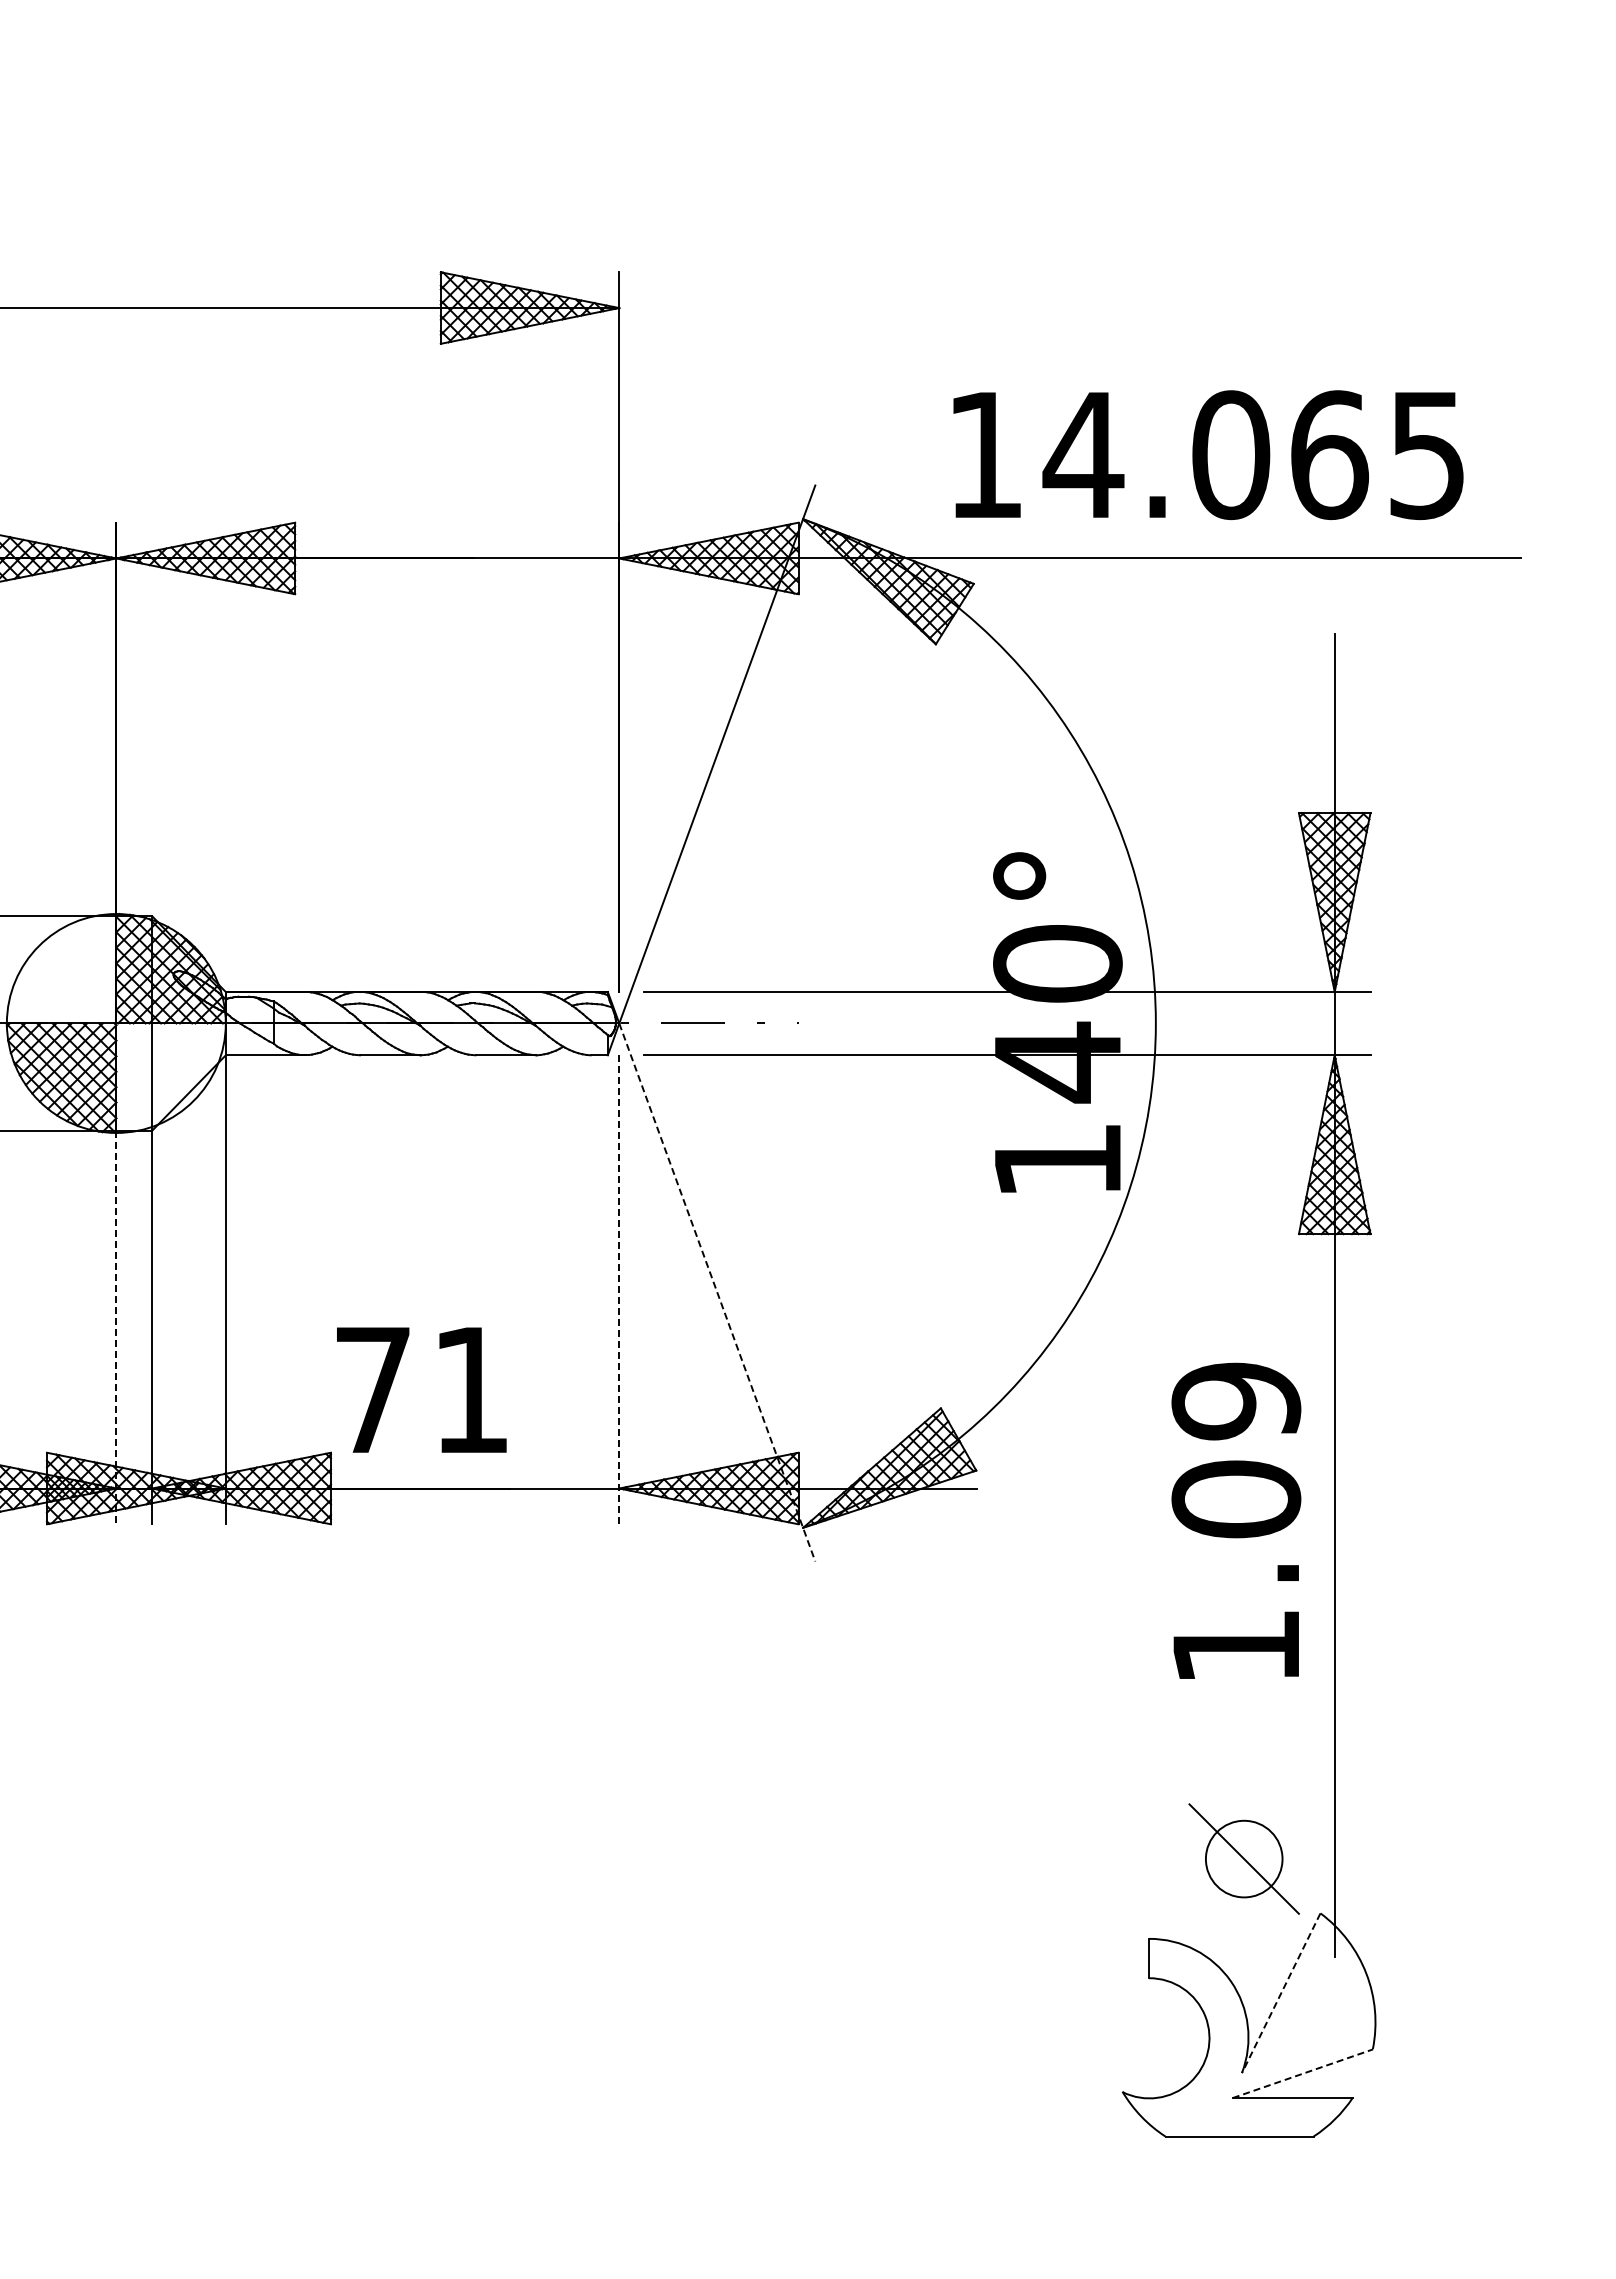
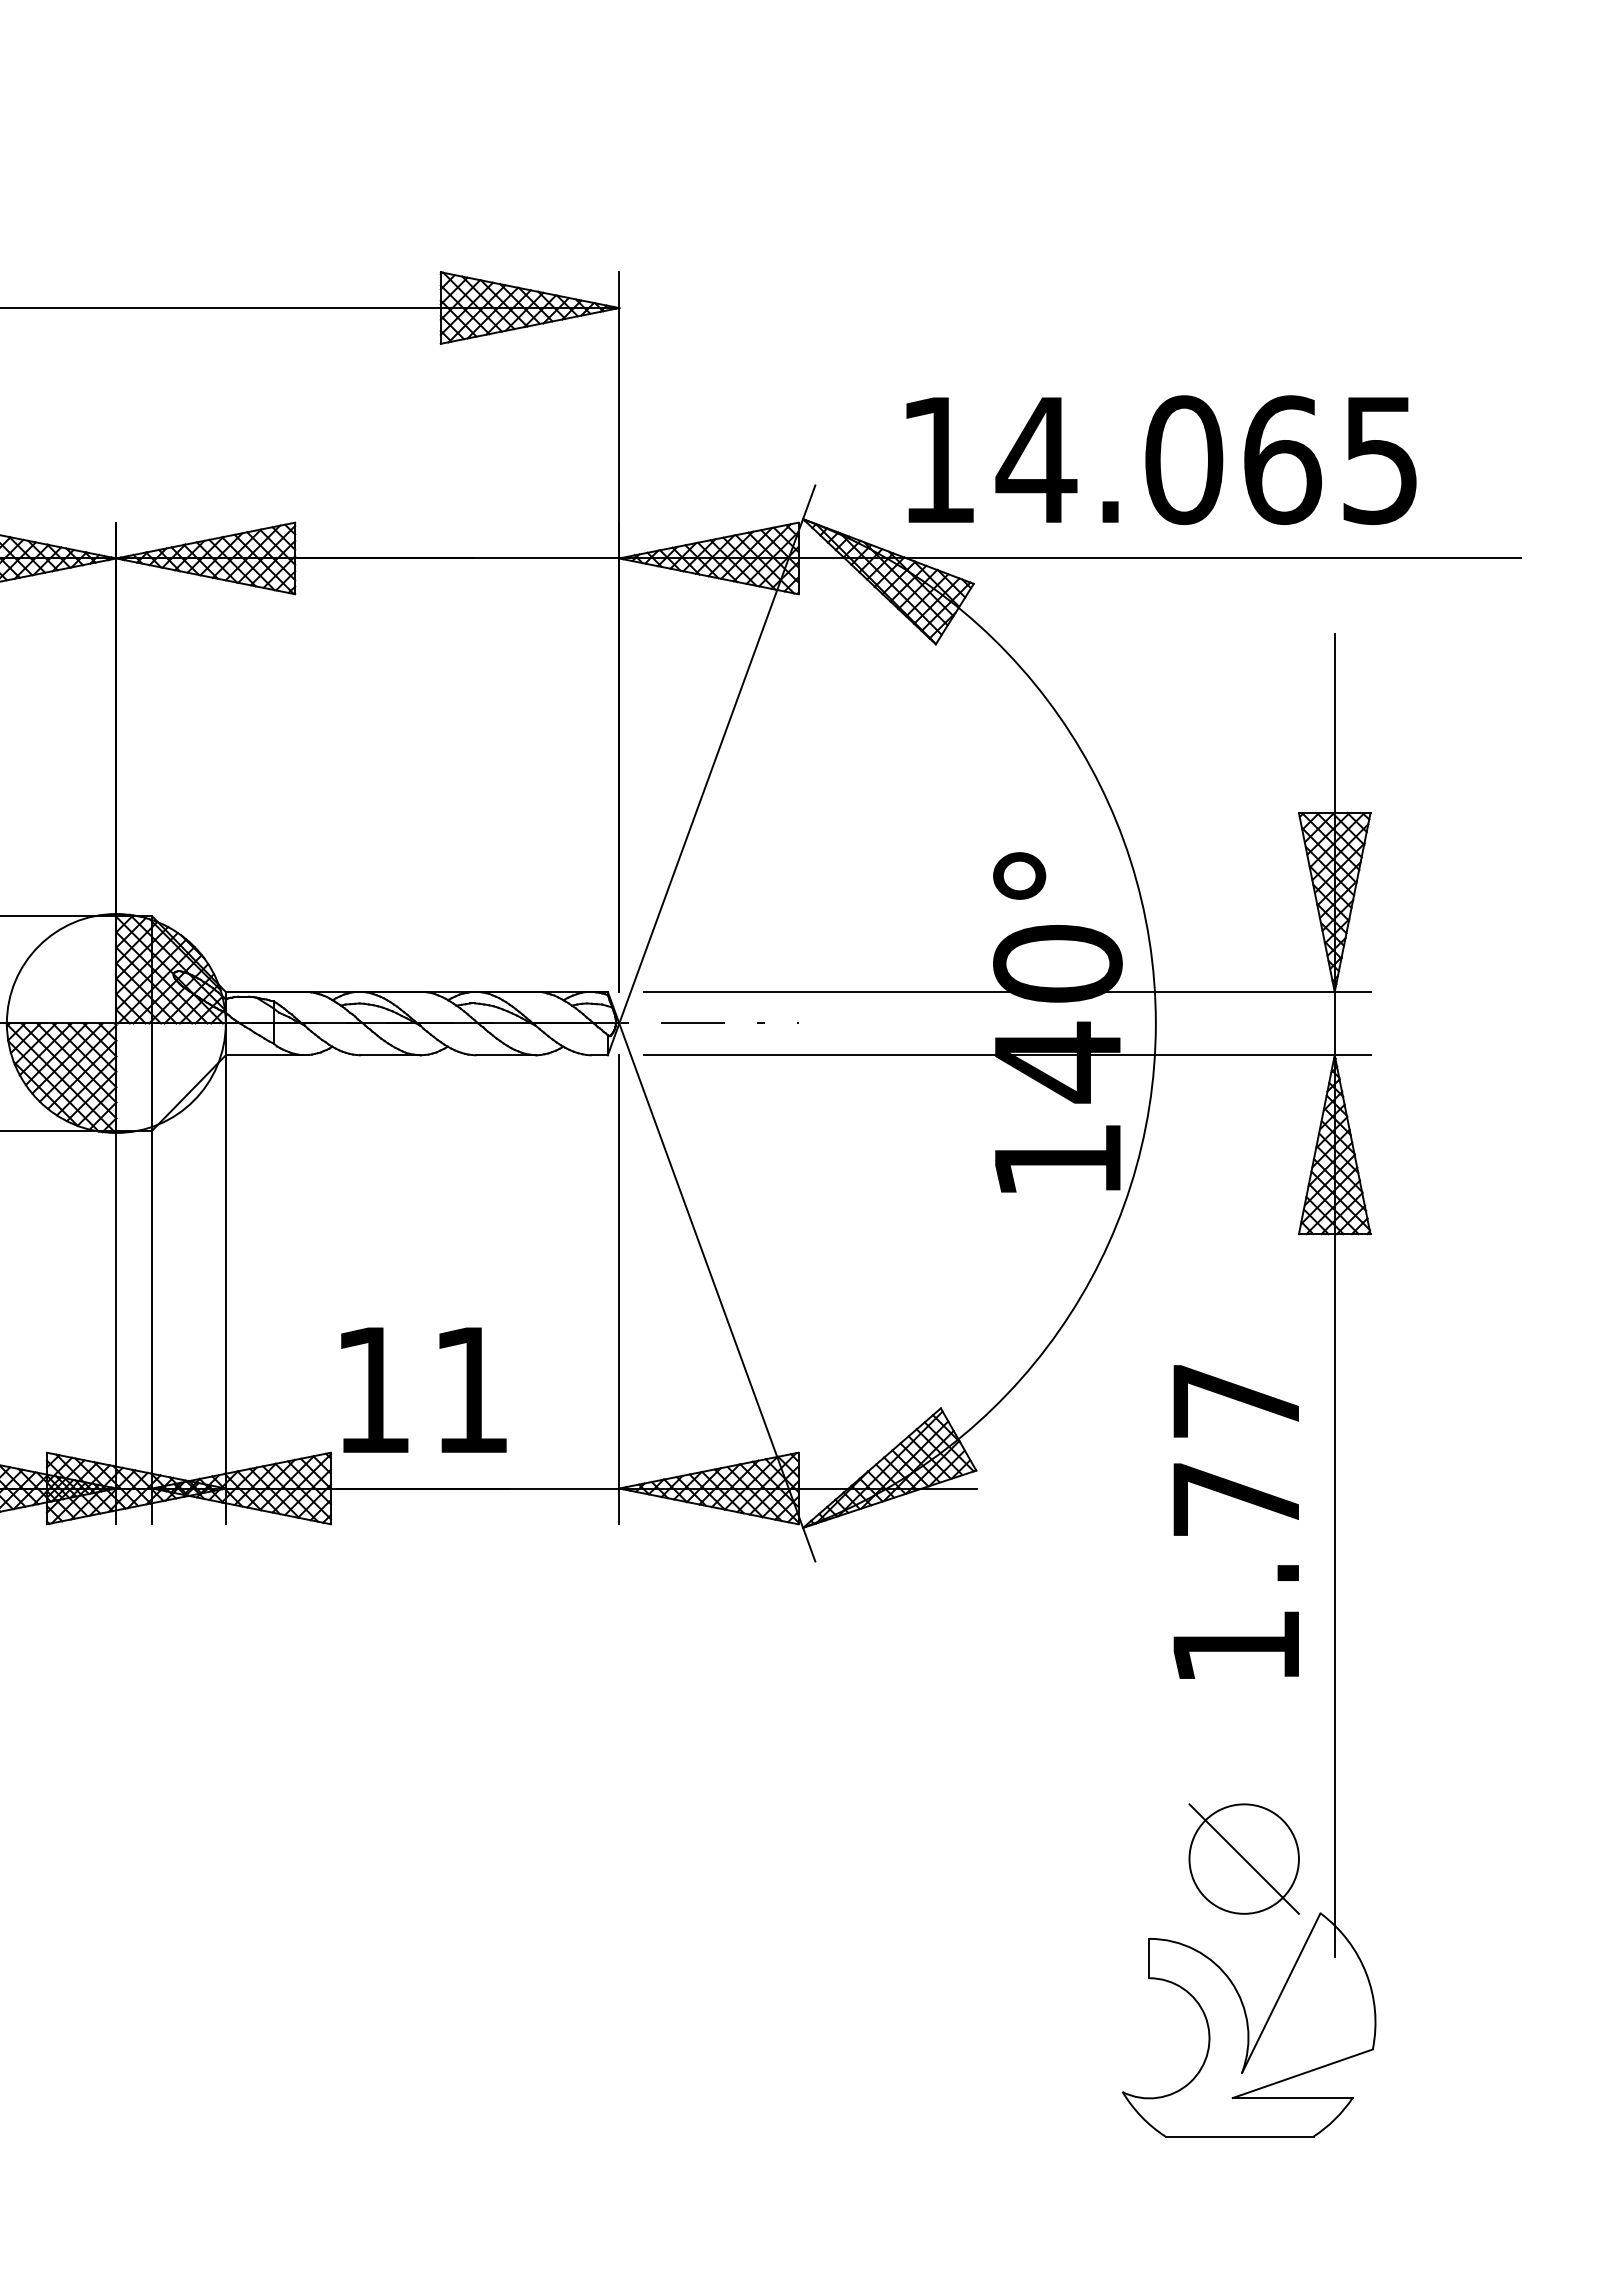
text at (1208, 454) position: (1208, 454) -> (1161, 459)
line at (619, 1289): dashed -> solid
line at (717, 1292): dashed -> solid
line at (116, 1327): dashed -> solid
text at (373, 1389): 71 -> 11
text at (1236, 1450): 1.09 -> 1.77
circle at (1243, 1858) diameter: 77 px -> 109 px
line at (1281, 1993): dashed -> solid
line at (1303, 2073): dashed -> solid
